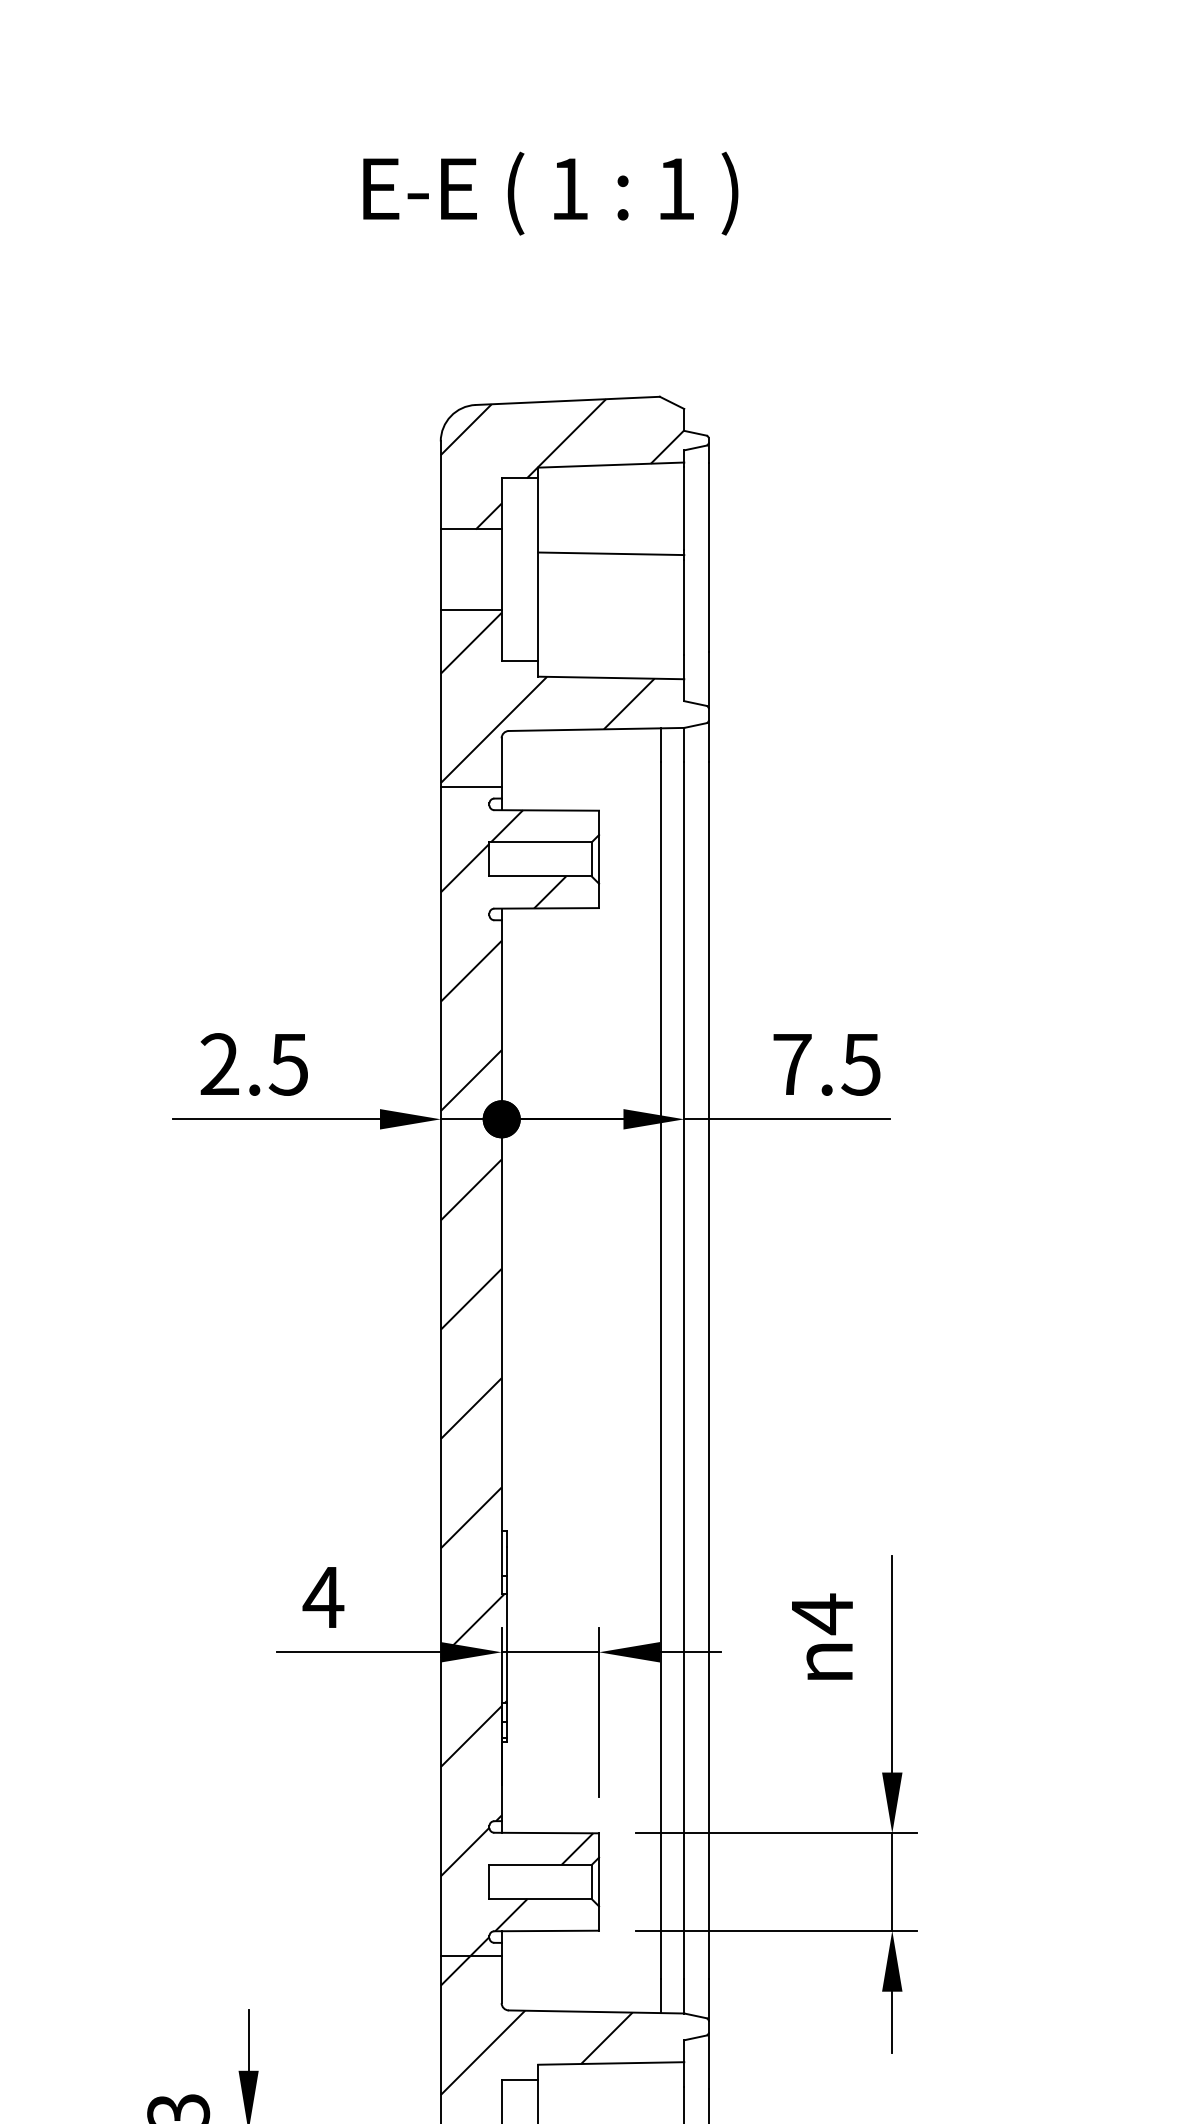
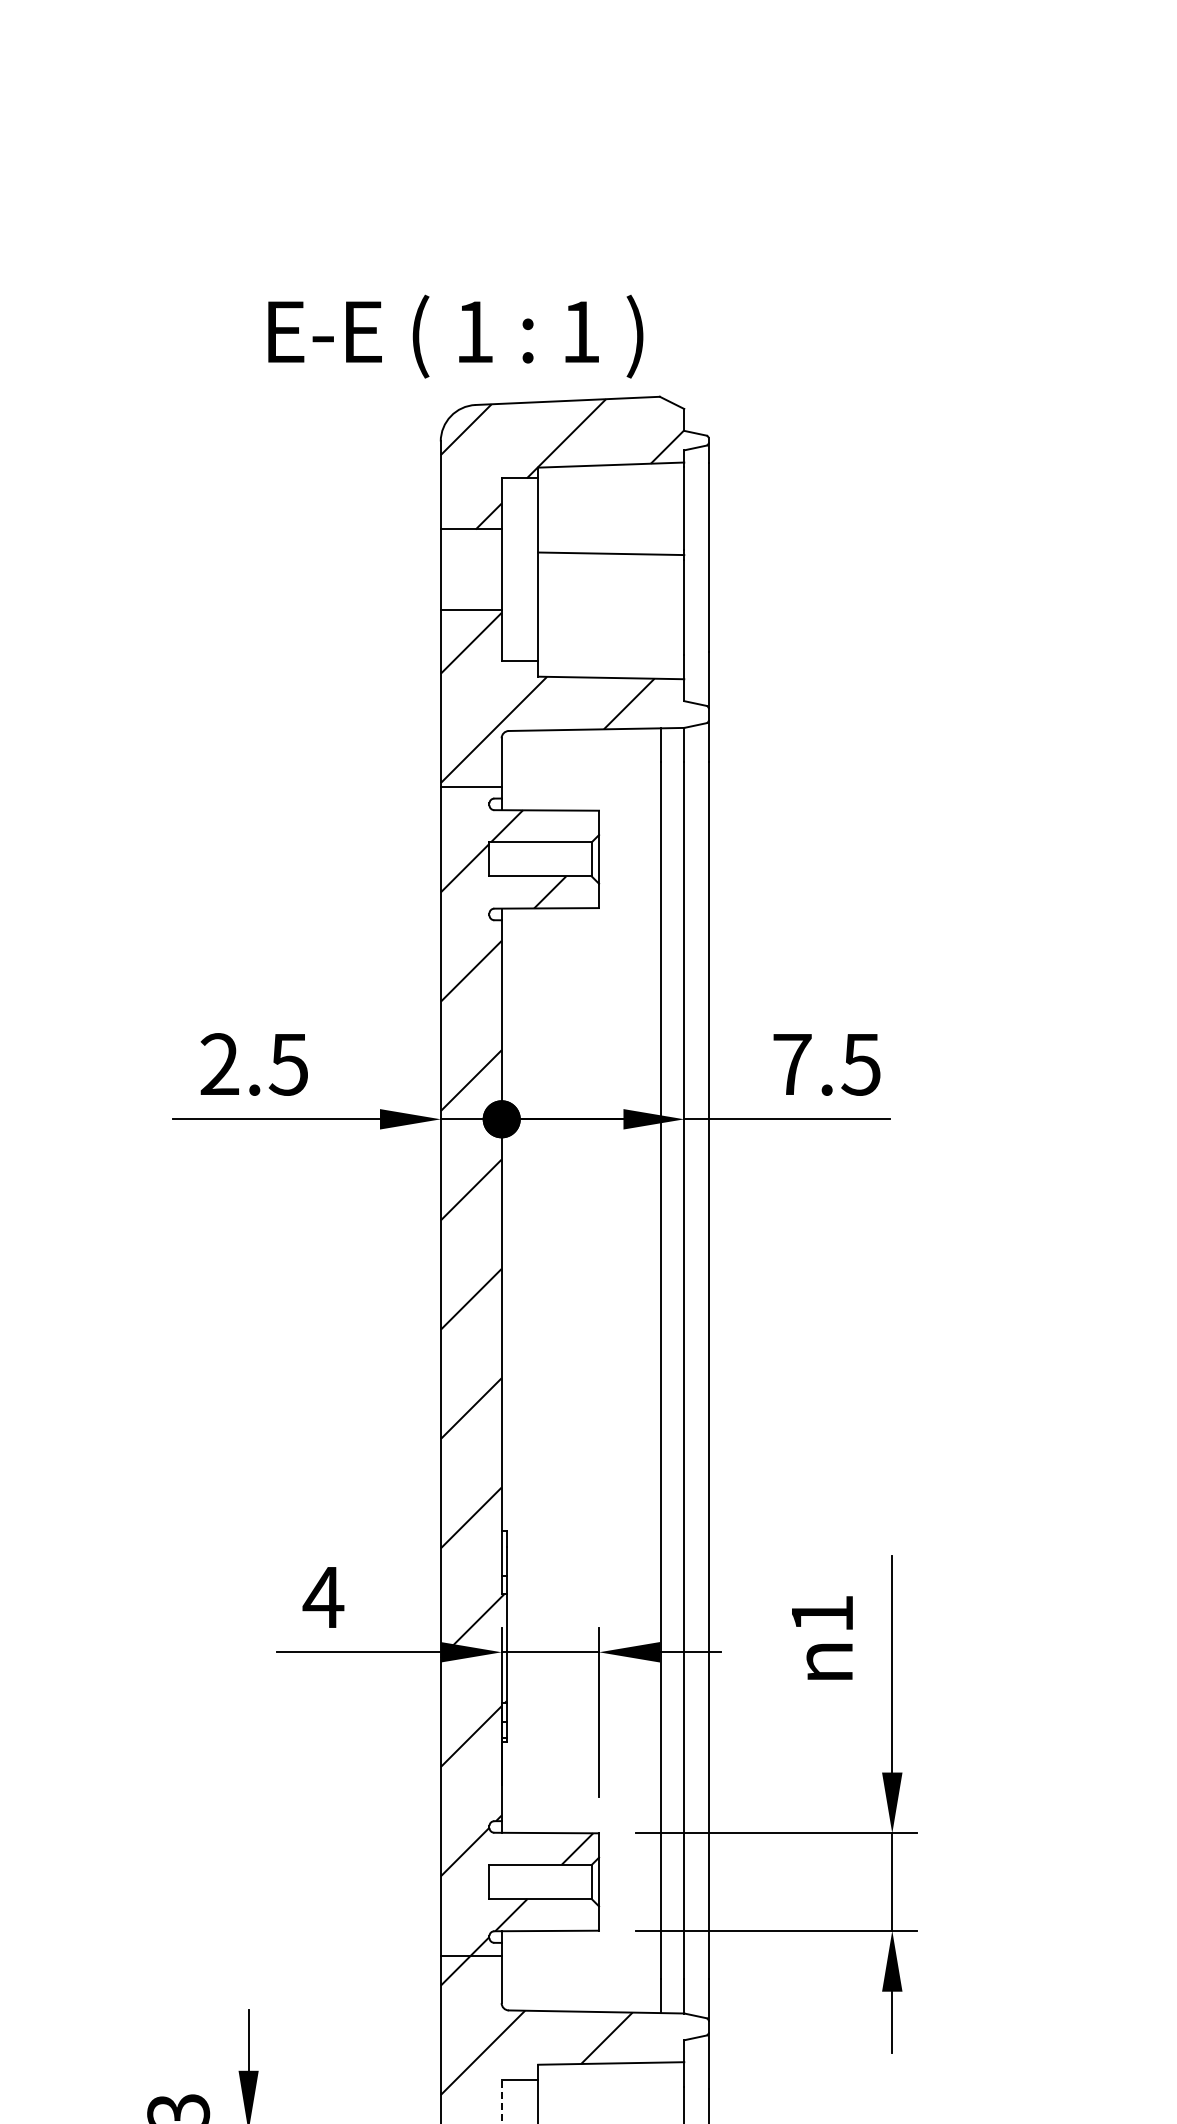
text at (550, 193) position: (550, 193) -> (455, 336)
text at (822, 1614): 4 -> 1
line at (501, 2102): solid -> dashed
